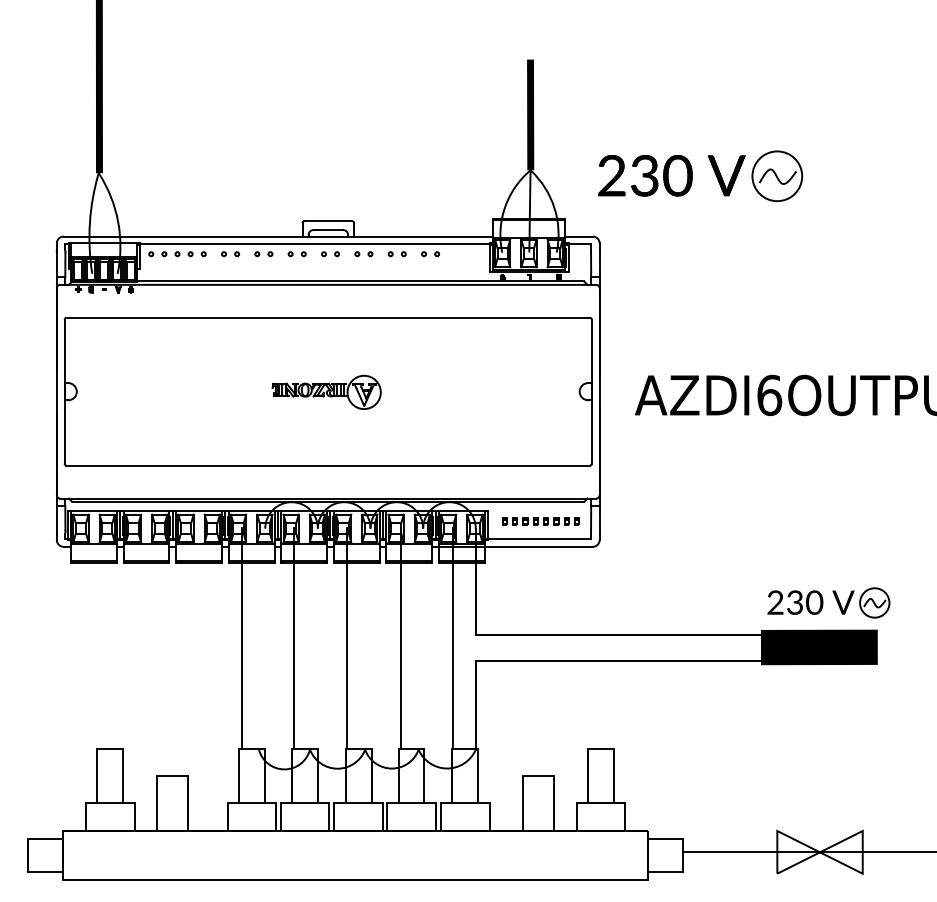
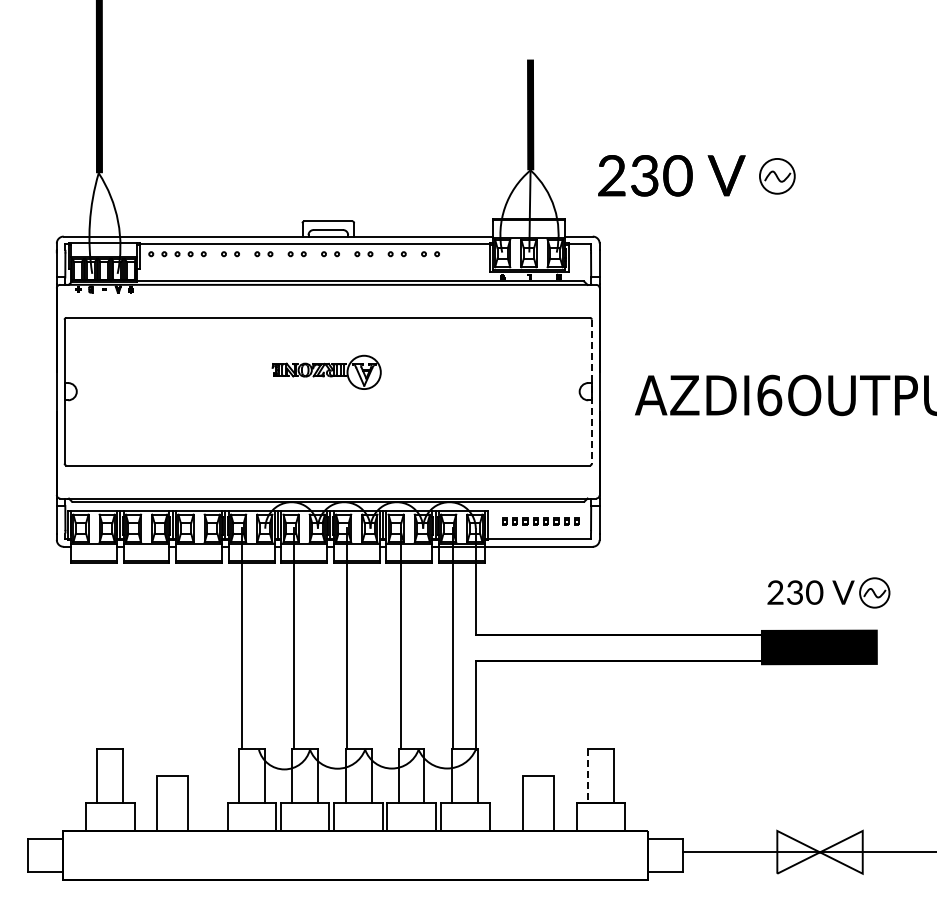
part at (777, 176) size: 53x53 px -> 37x37 px
part at (326, 391) position: (326, 391) -> (326, 371)
line at (591, 391): solid -> dashed
part at (828, 602) position: (828, 602) -> (828, 592)
line at (588, 776): solid -> dashed
